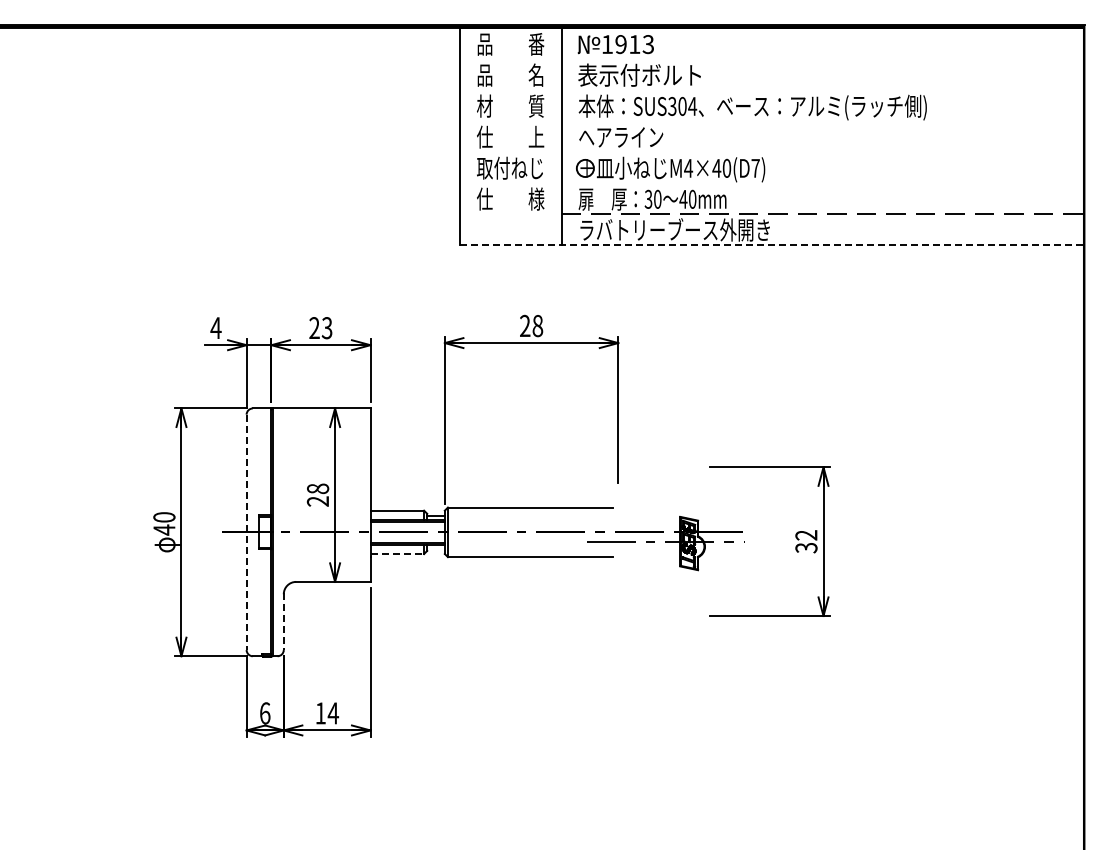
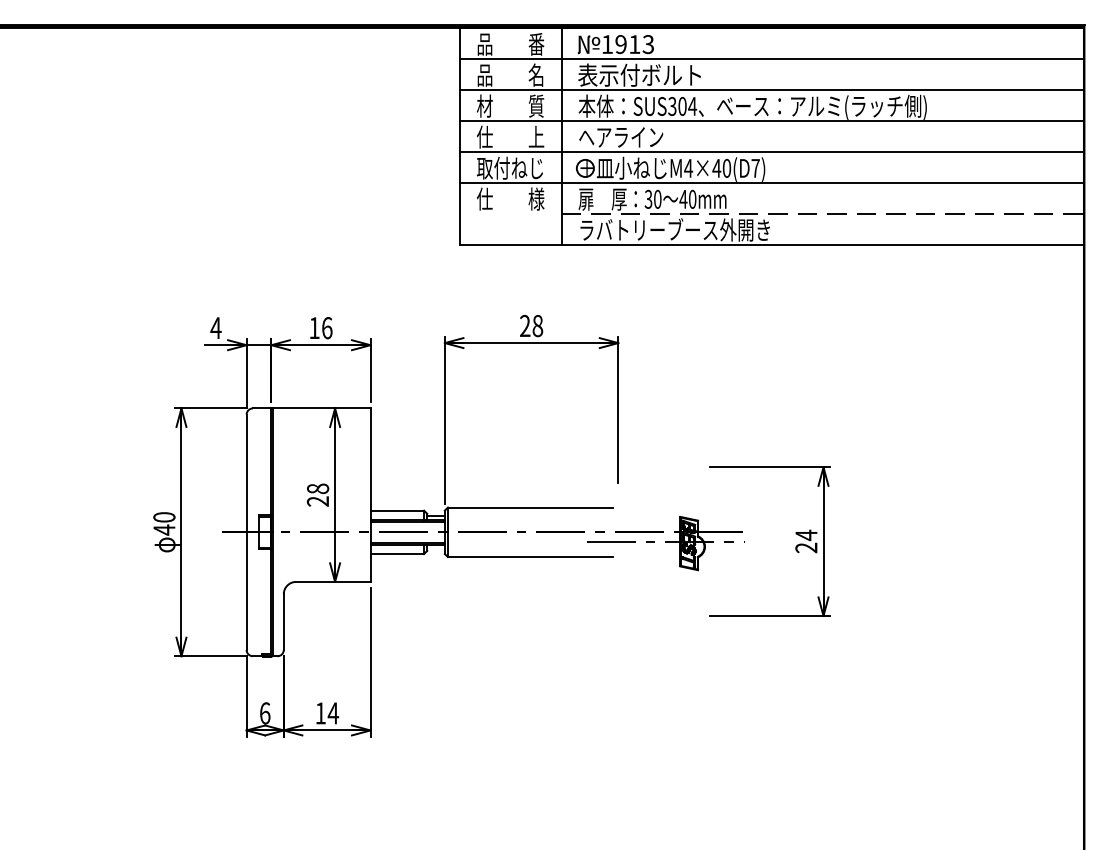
line at (771, 58): none -> present
line at (771, 89): none -> present
line at (771, 120): none -> present
line at (771, 151): none -> present
line at (771, 182): none -> present
line at (772, 244): dashed -> solid
text at (320, 328): 23 -> 16
line at (246, 532): dashed -> solid
text at (806, 541): 32 -> 24
line at (397, 554): dashed -> solid
line at (283, 622): dashed -> solid
